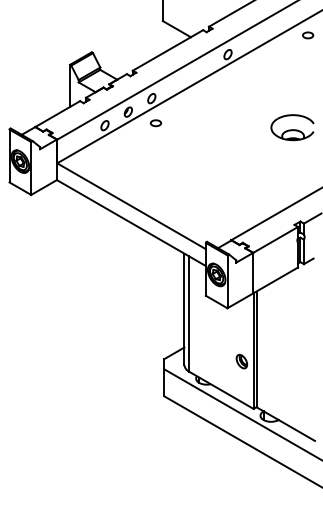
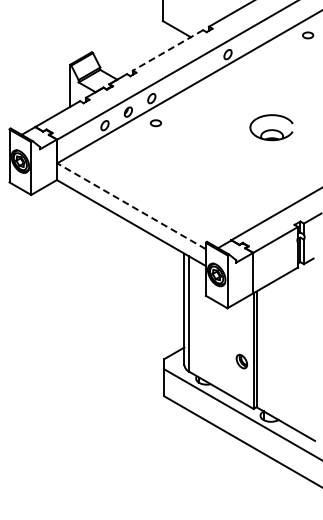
line at (167, 50): solid -> dashed
part at (292, 127) position: (292, 127) -> (271, 127)
line at (131, 206): solid -> dashed
